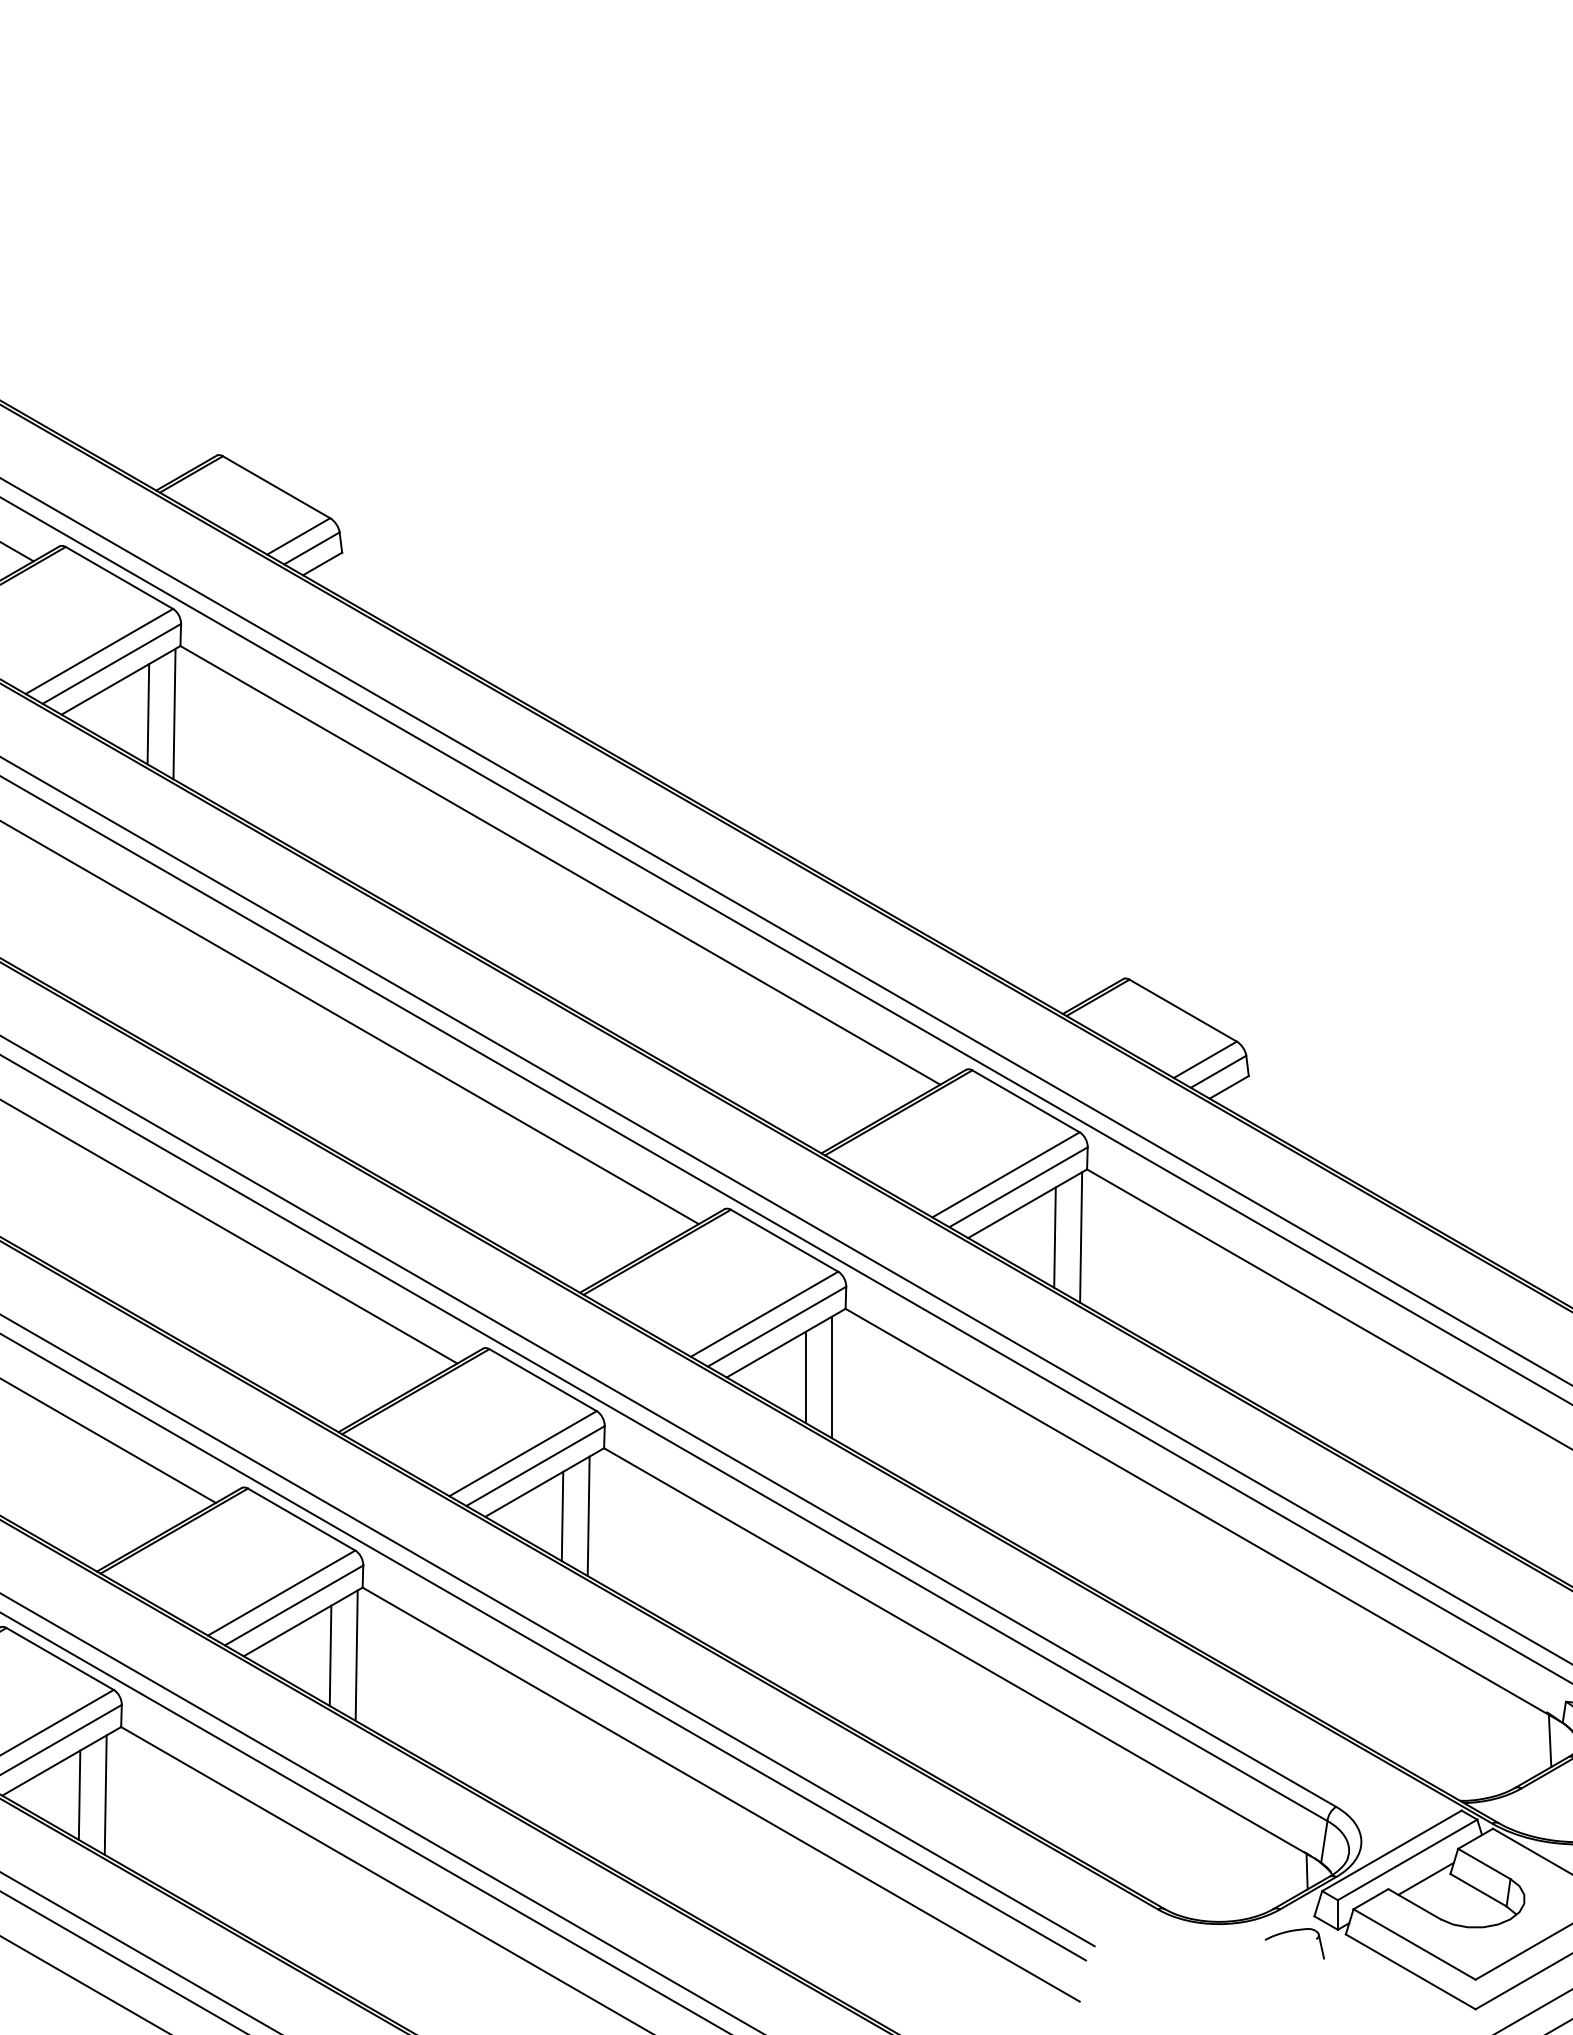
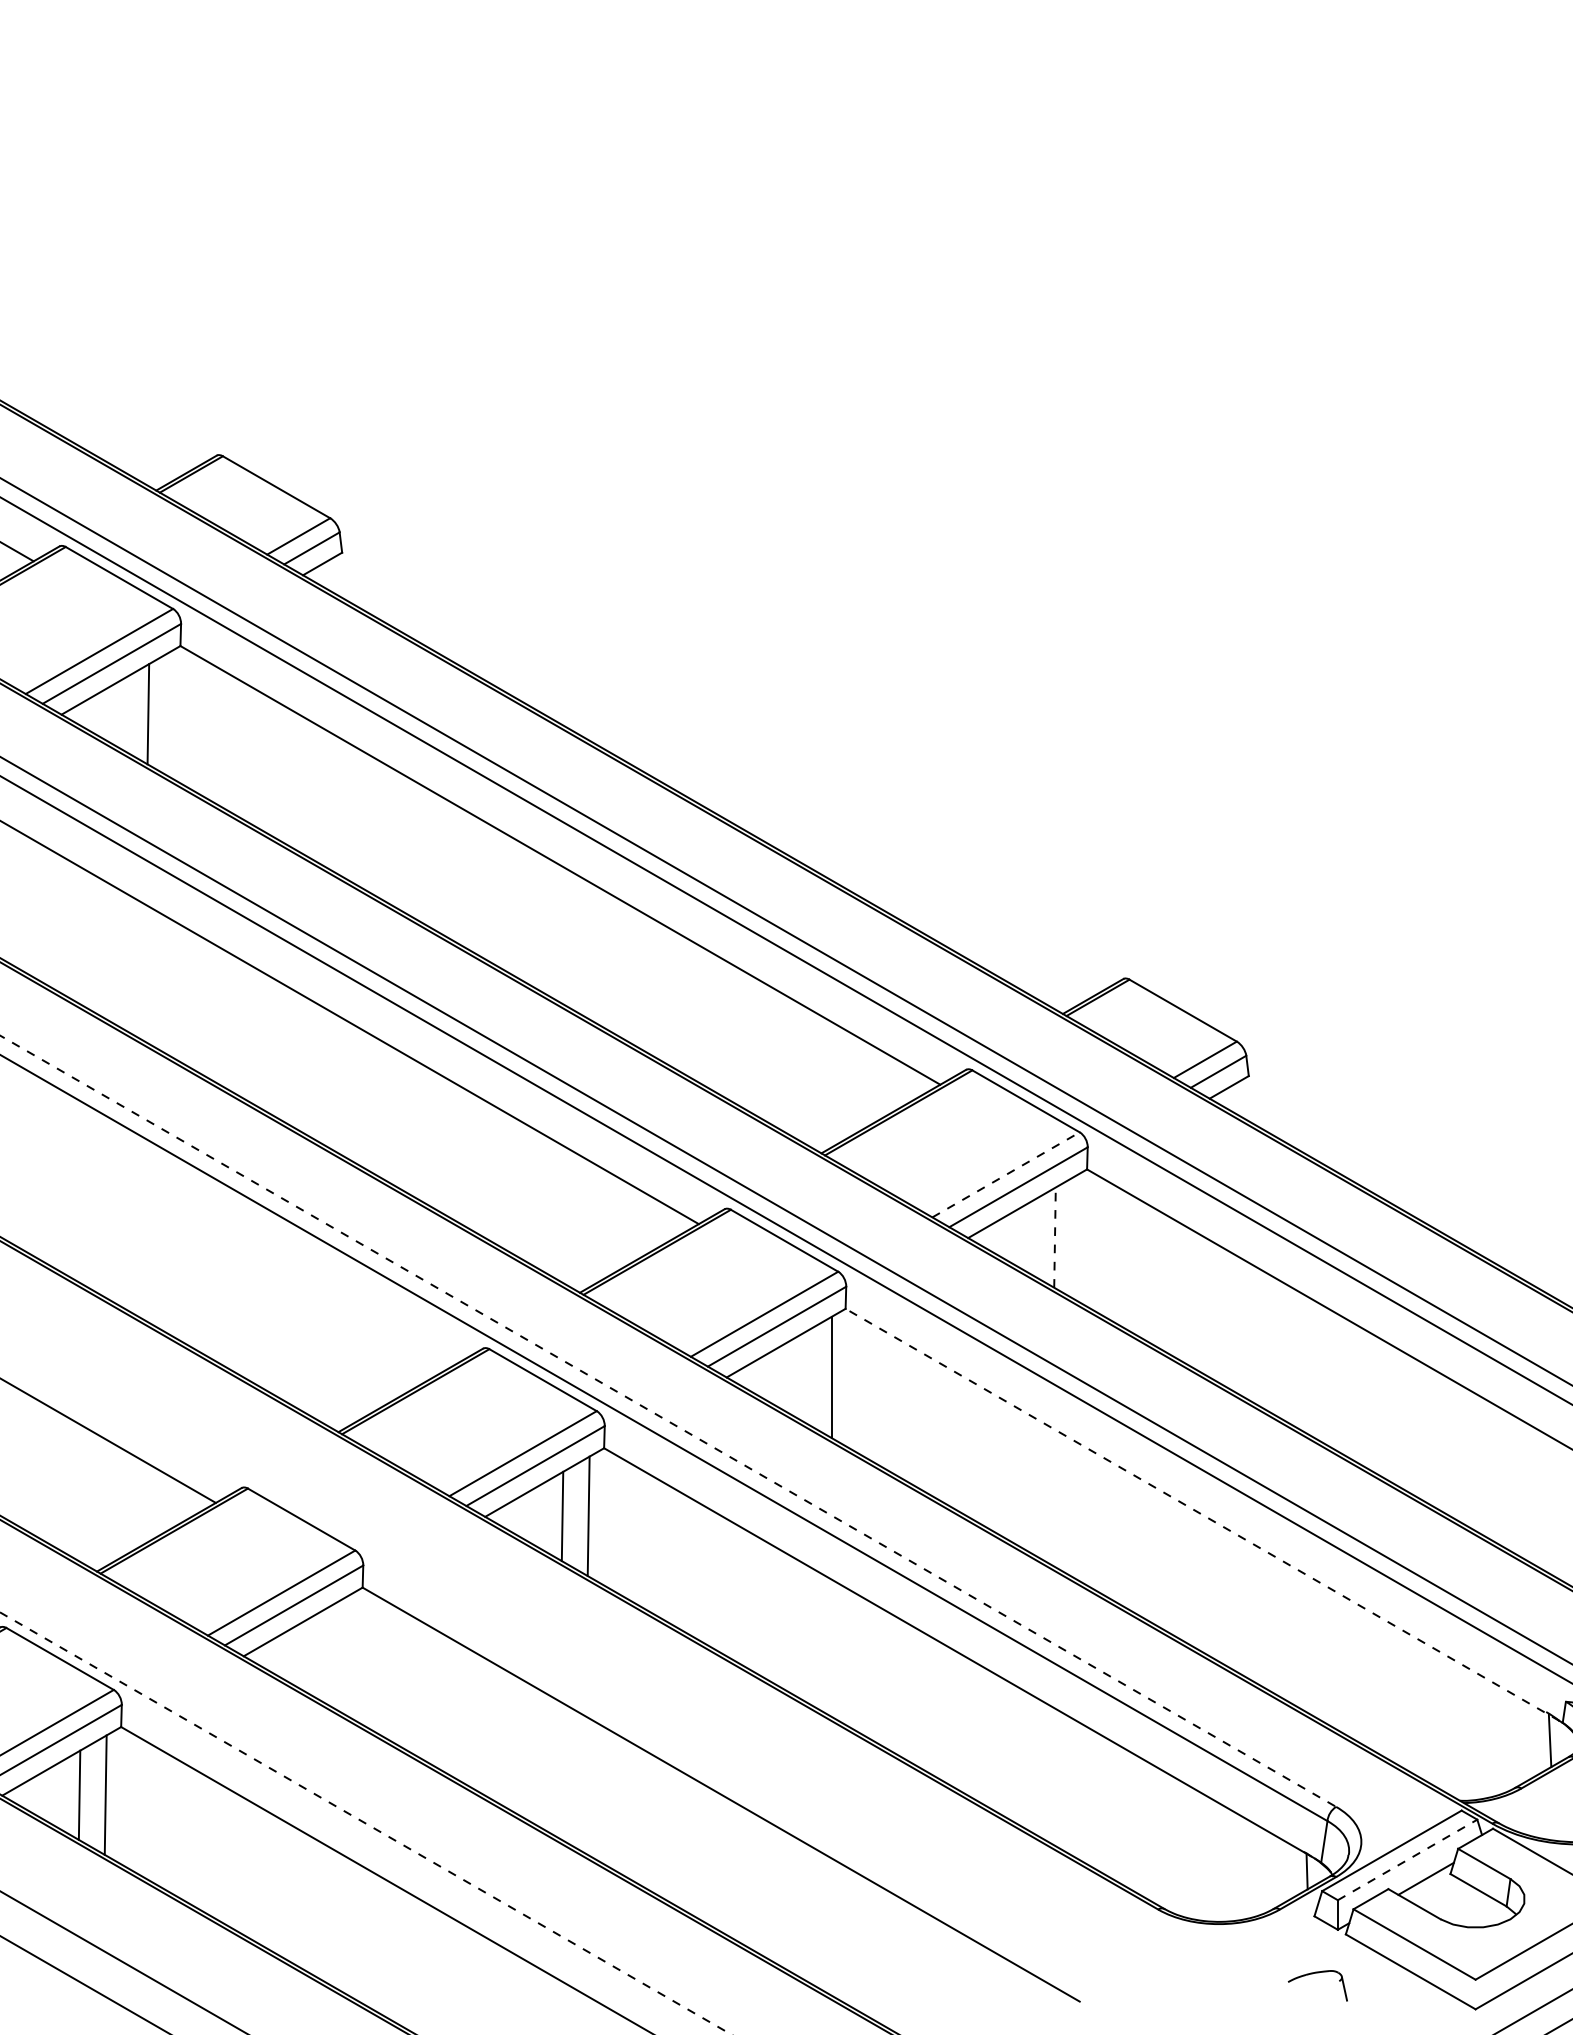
line at (174, 713): present -> none
line at (1006, 1174): solid -> dashed
line at (229, 1231): present -> none
line at (1055, 1237): solid -> dashed
line at (1081, 1237): present -> none
line at (806, 1377): present -> none
line at (668, 1421): solid -> dashed
line at (1202, 1514): solid -> dashed
line at (548, 1630): present -> none
line at (544, 1647): present -> none
line at (330, 1655): present -> none
line at (356, 1655): present -> none
line at (380, 1812): present -> none
line at (365, 1823): solid -> dashed
line at (1407, 1859): solid -> dashed
part at (1294, 1931) position: (1294, 1931) -> (1317, 1973)
line at (139, 1952): present -> none
